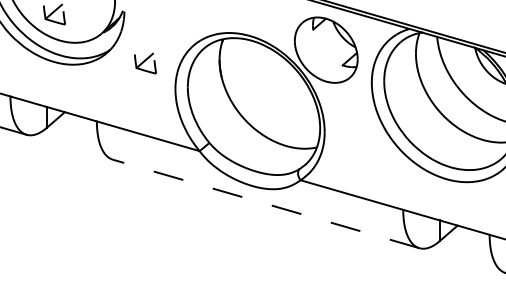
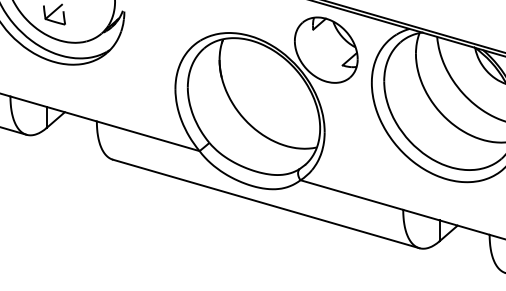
part at (145, 63): present -> none
line at (265, 203): dashed -> solid
